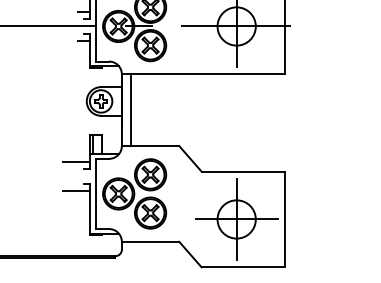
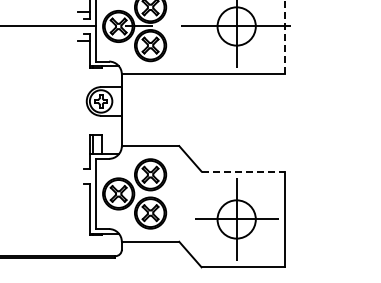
line at (284, 37): solid -> dashed
line at (131, 110): present -> none
line at (75, 162): present -> none
line at (243, 171): solid -> dashed
line at (75, 190): present -> none
